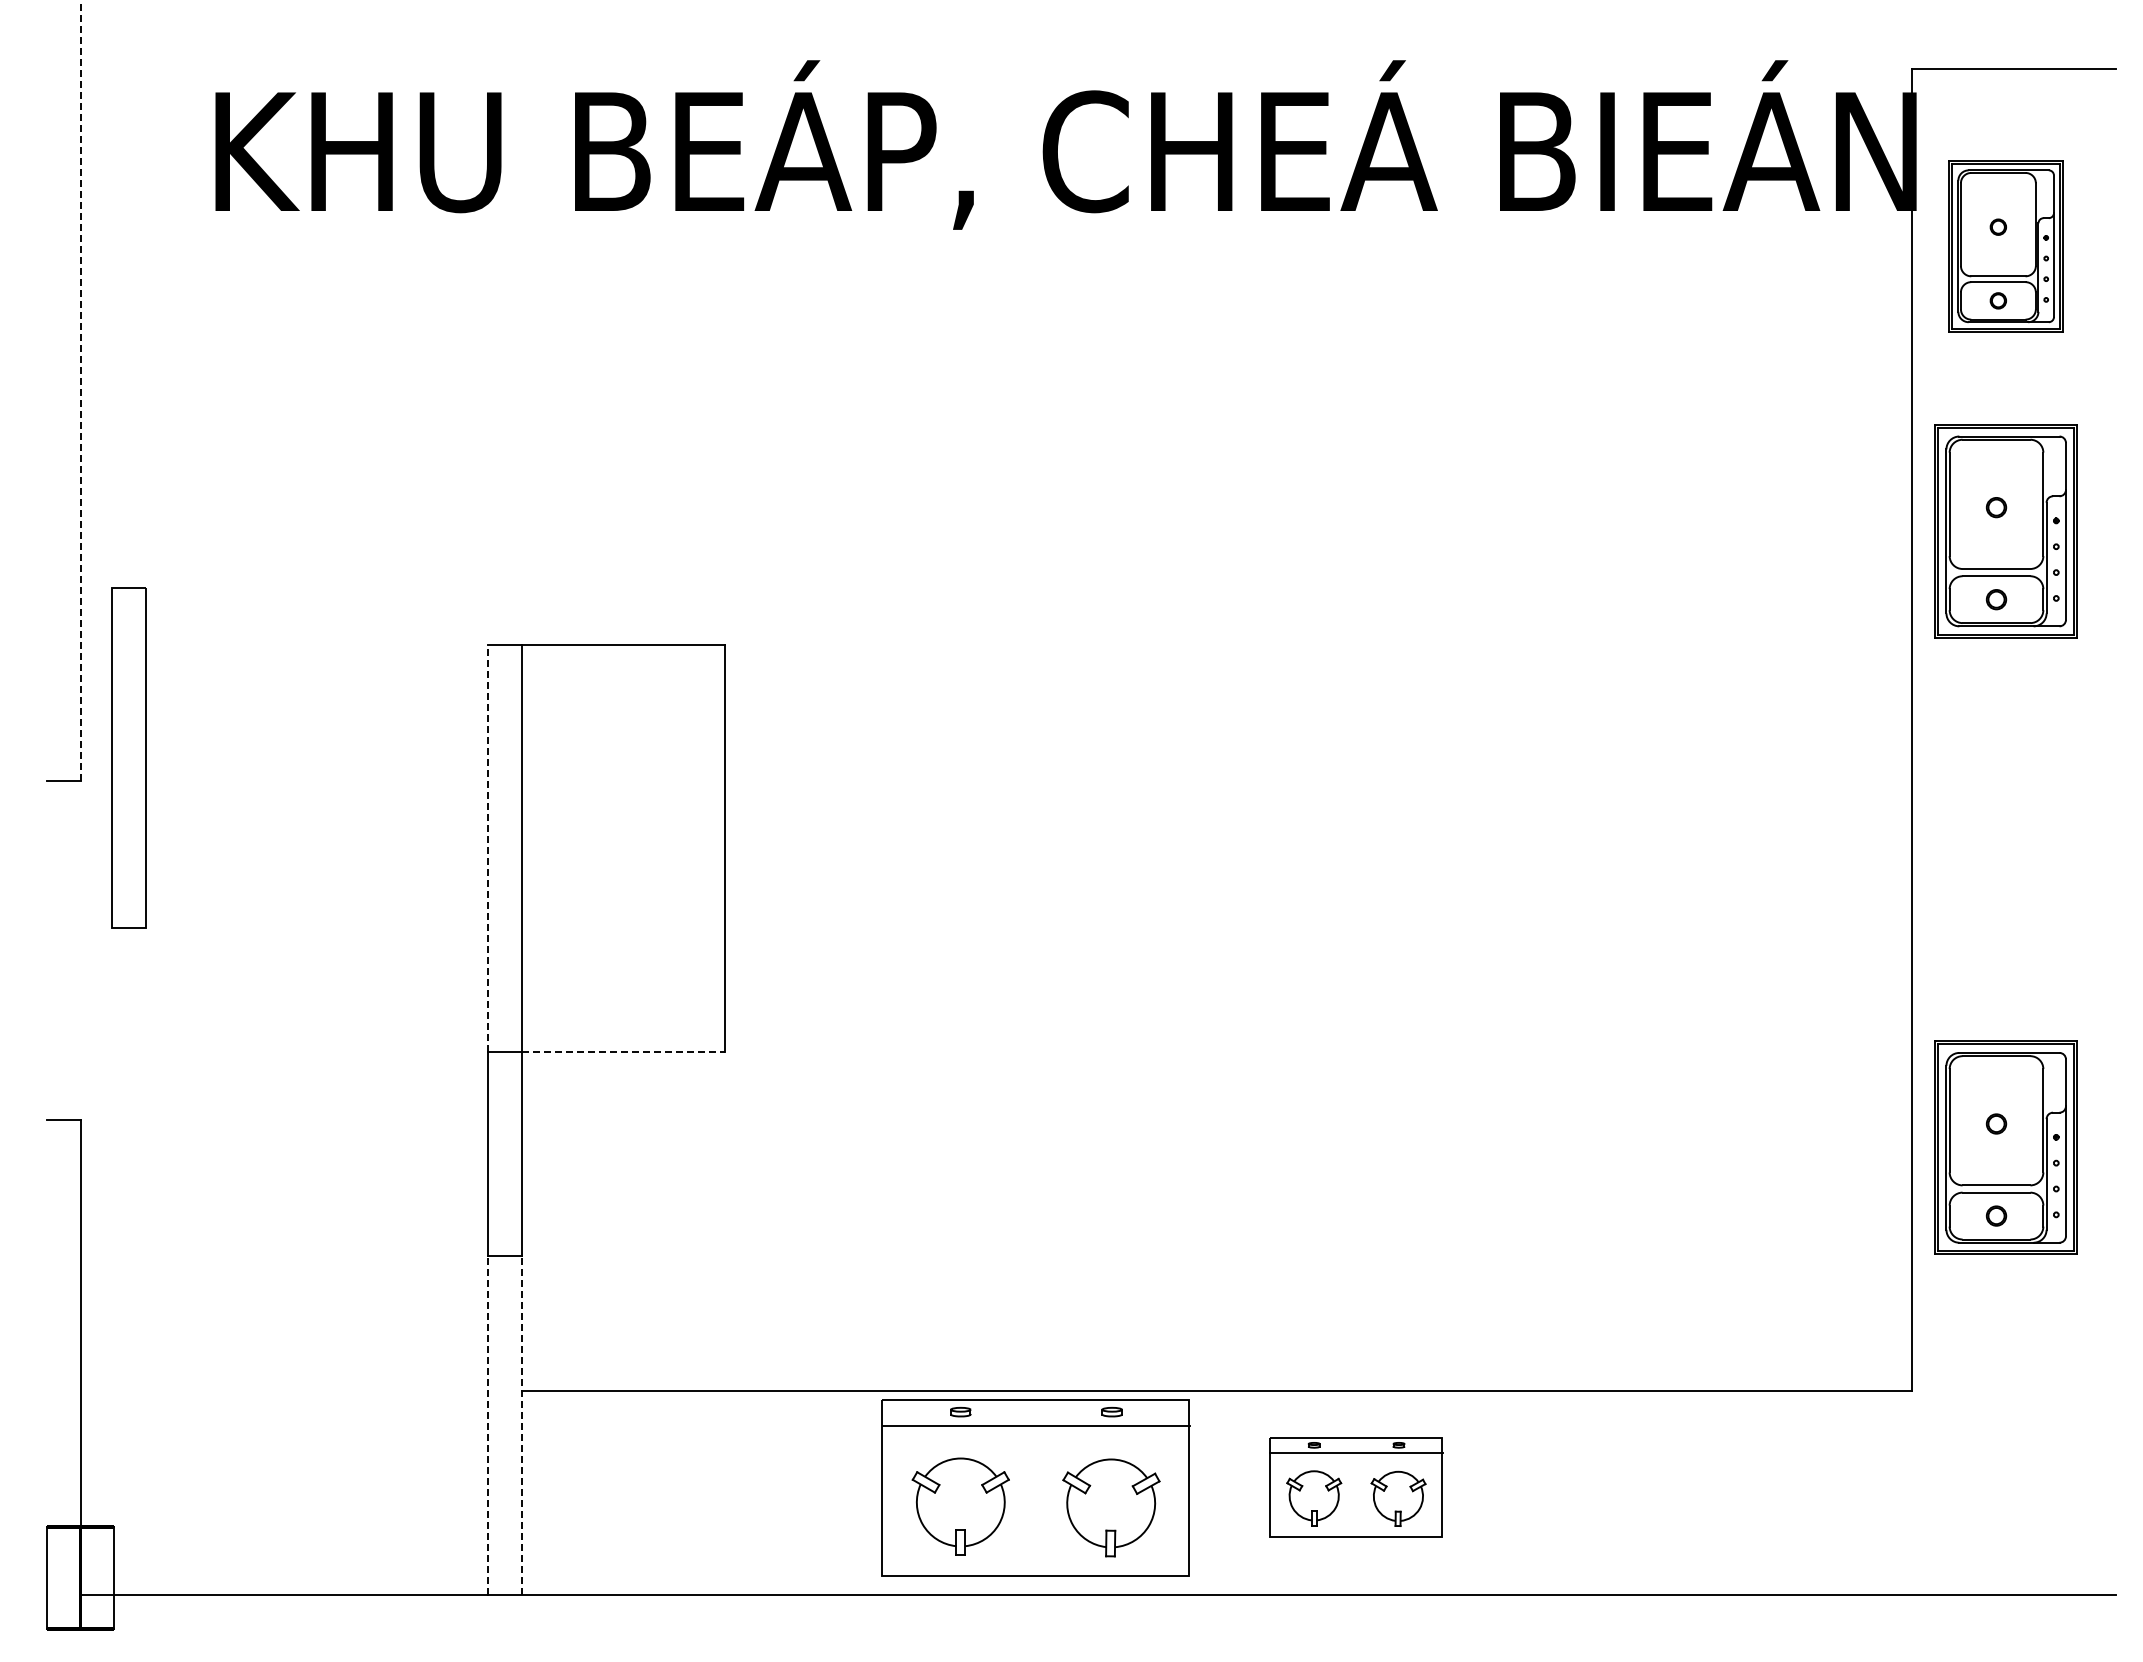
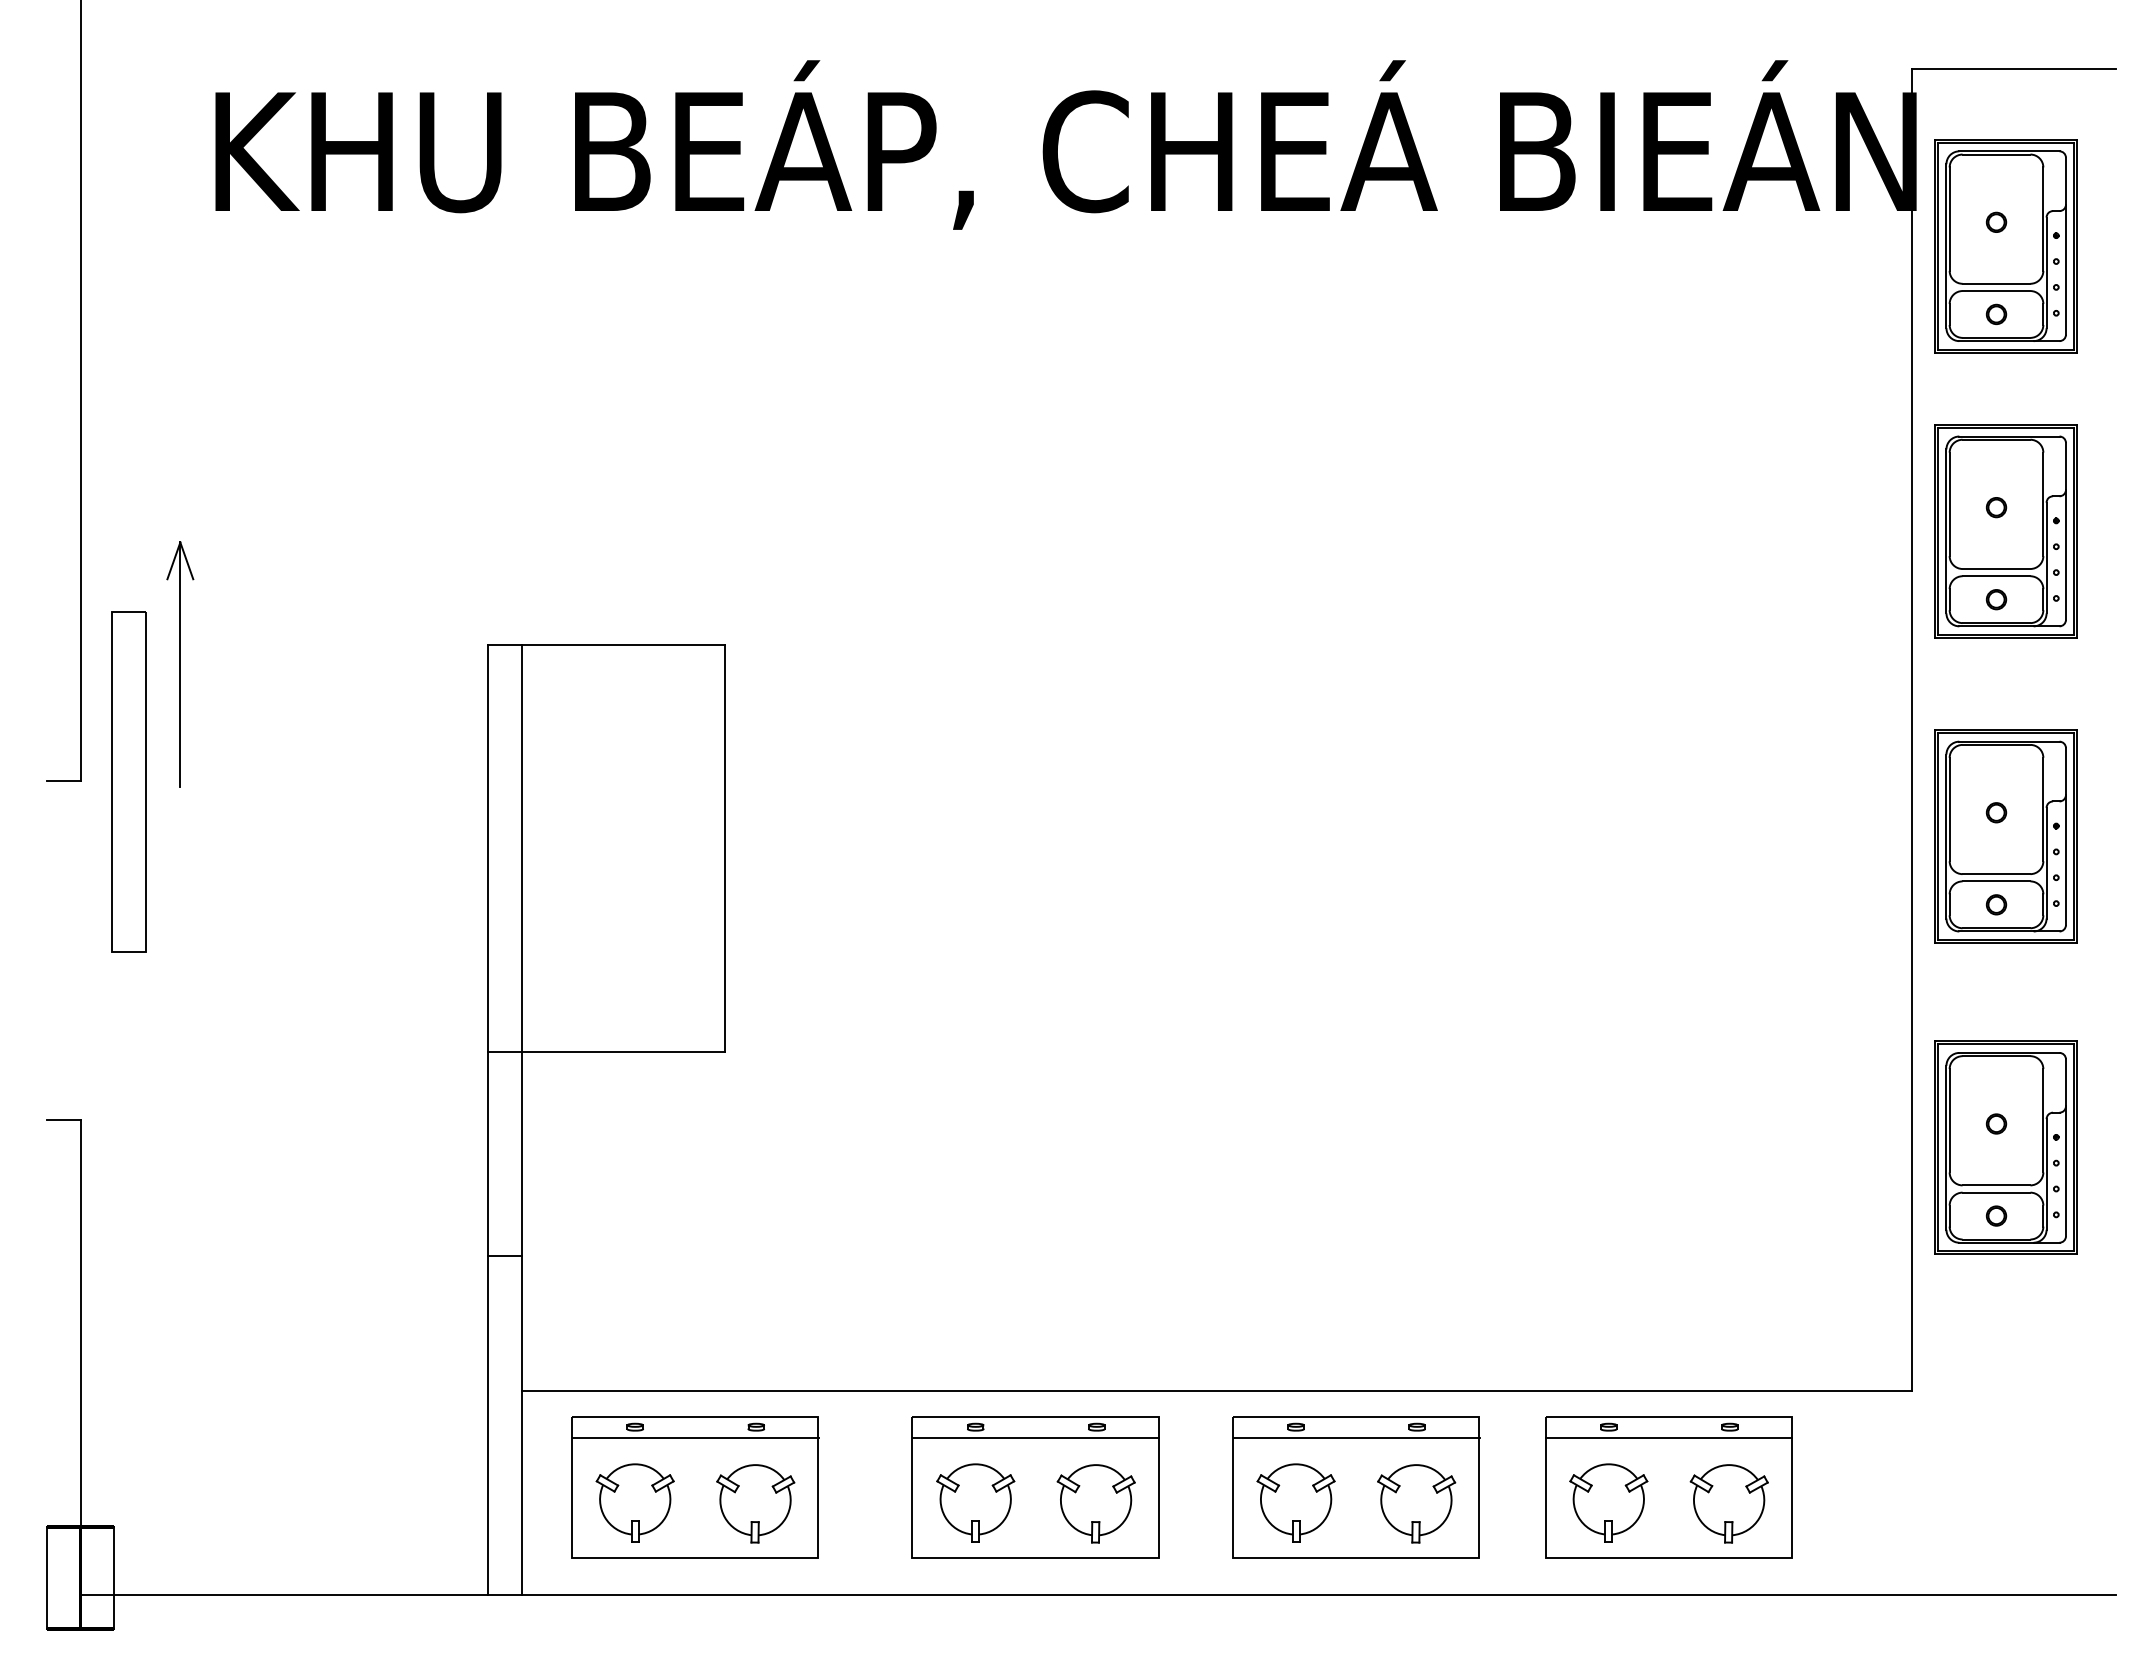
part at (2005, 246) size: 116x173 px -> 144x215 px
line at (80, 390): dashed -> solid
part at (180, 664): none -> present
part at (128, 757) position: (128, 757) -> (128, 781)
part at (2005, 836): none -> present
line at (487, 848): dashed -> solid
line at (623, 1052): dashed -> solid
line at (487, 1425): dashed -> solid
line at (521, 1425): dashed -> solid
part at (695, 1487): none -> present
part at (1035, 1487) size: 310x178 px -> 249x143 px
part at (1356, 1487) size: 175x101 px -> 249x143 px
part at (1668, 1487): none -> present
